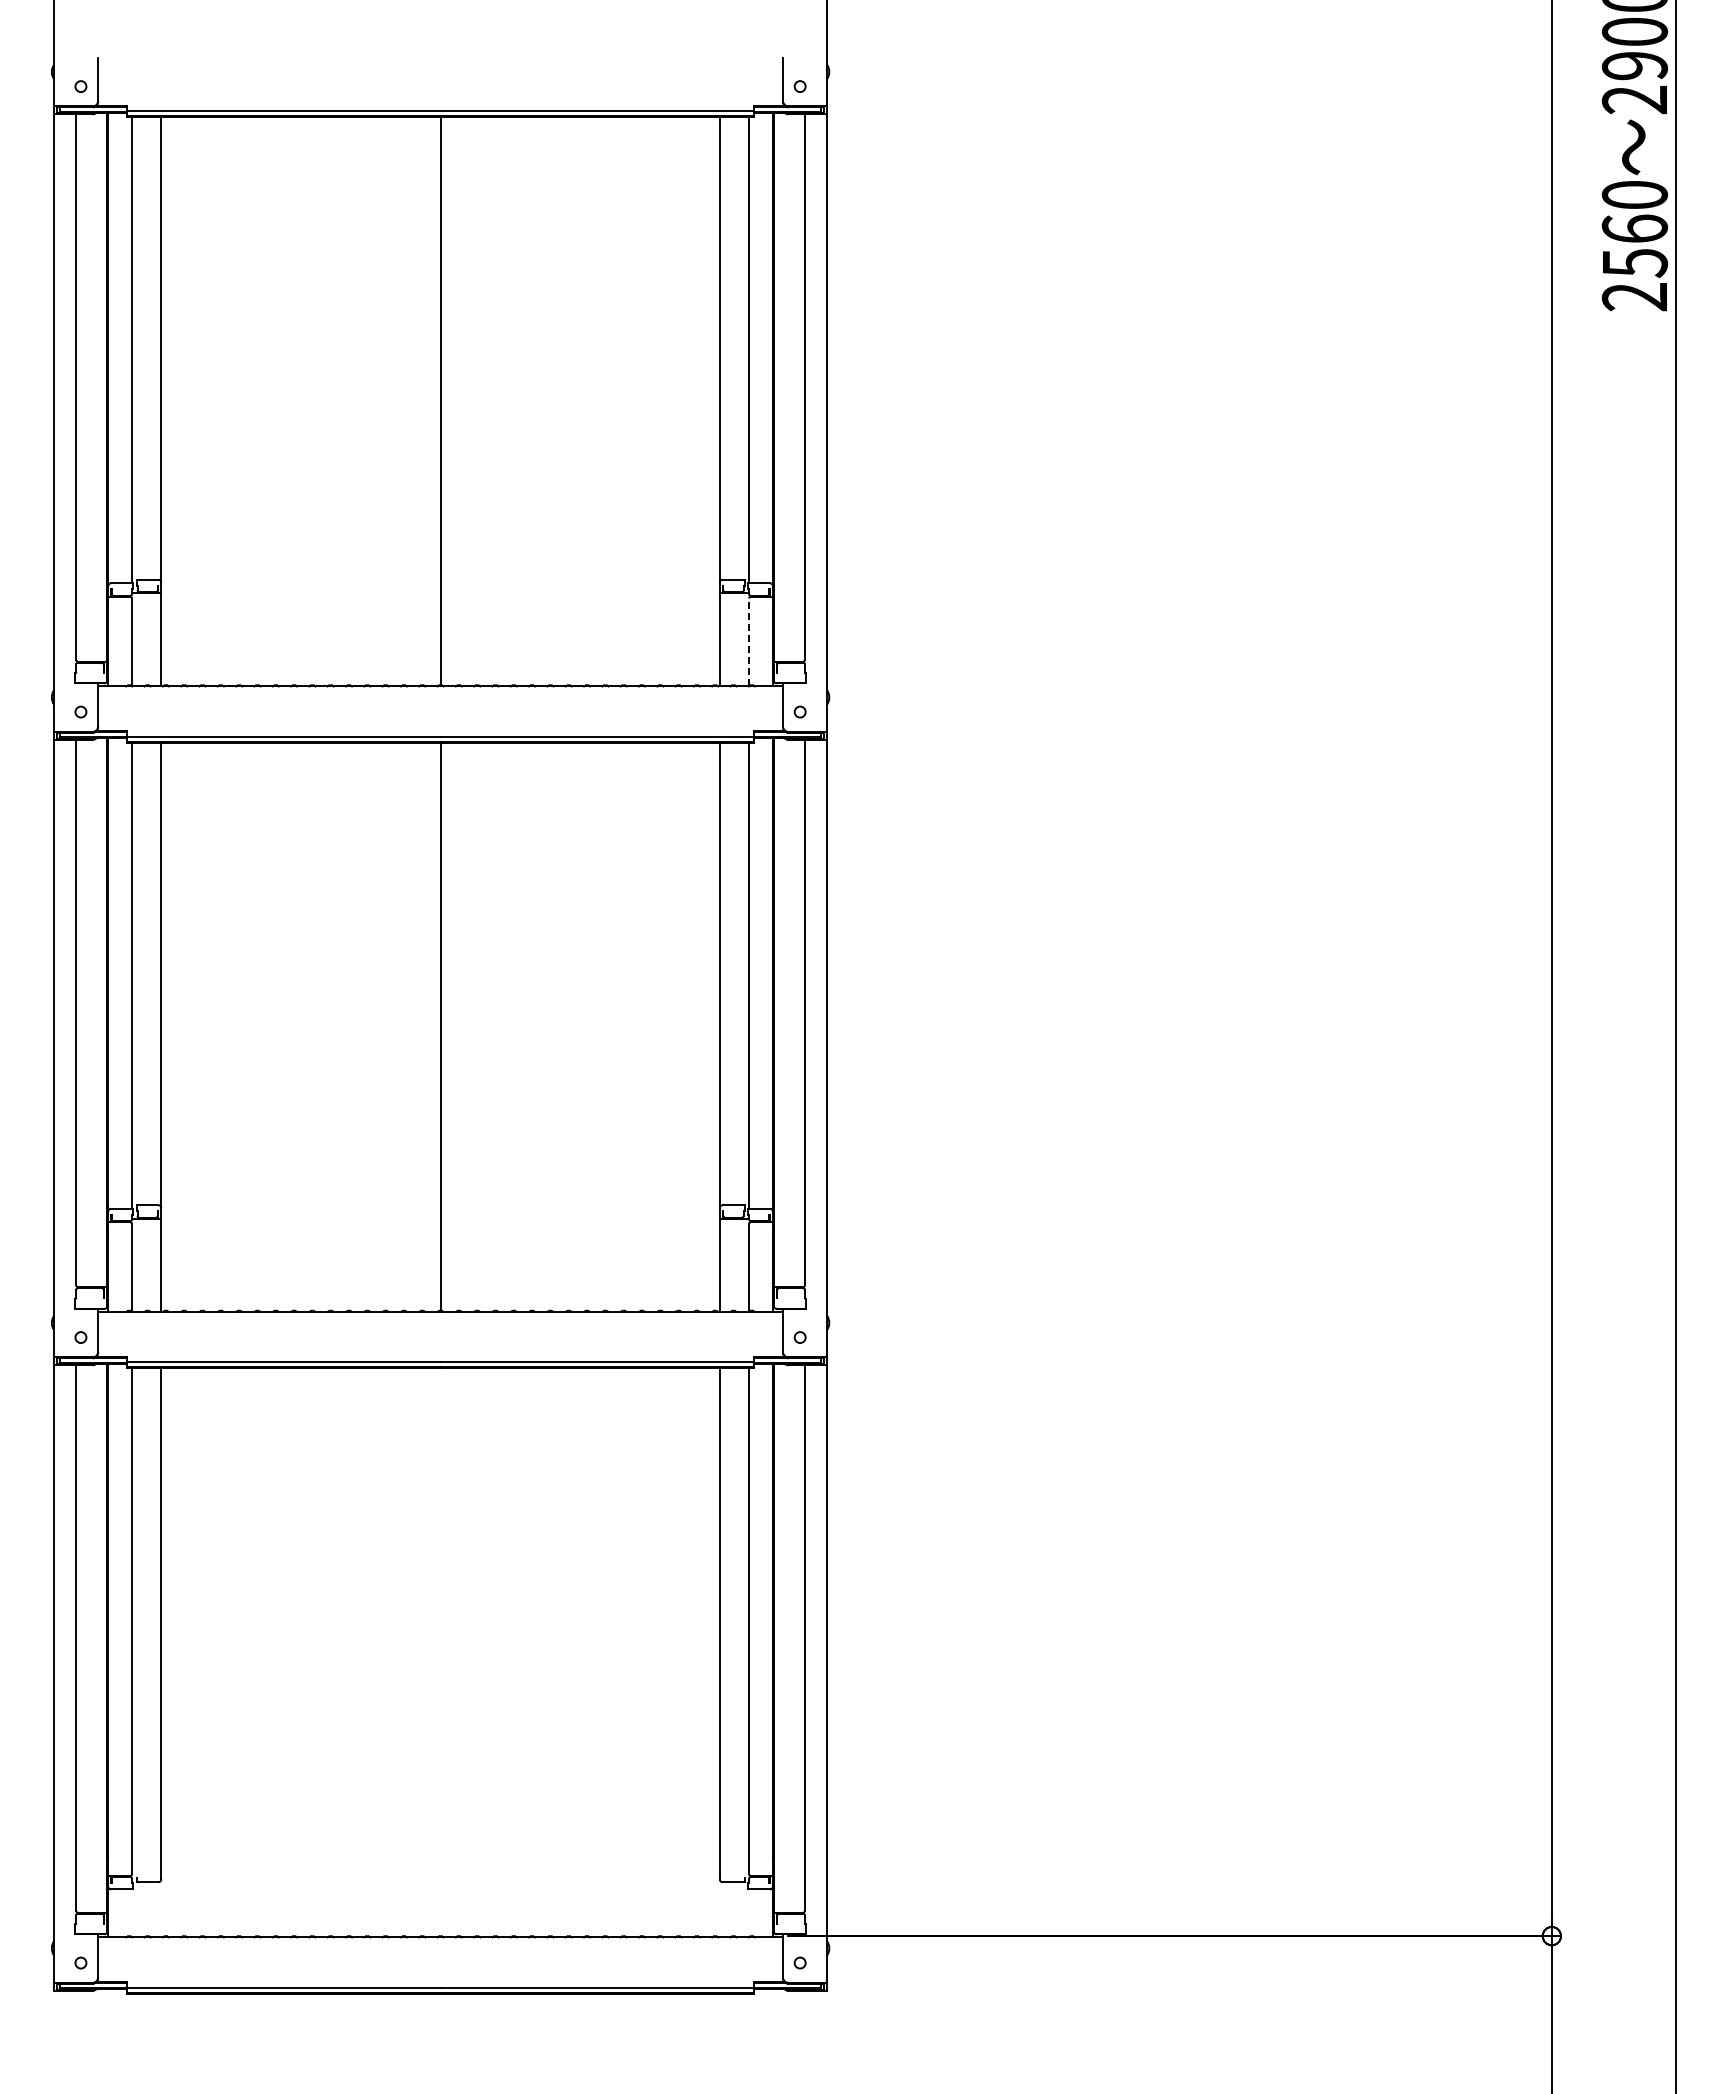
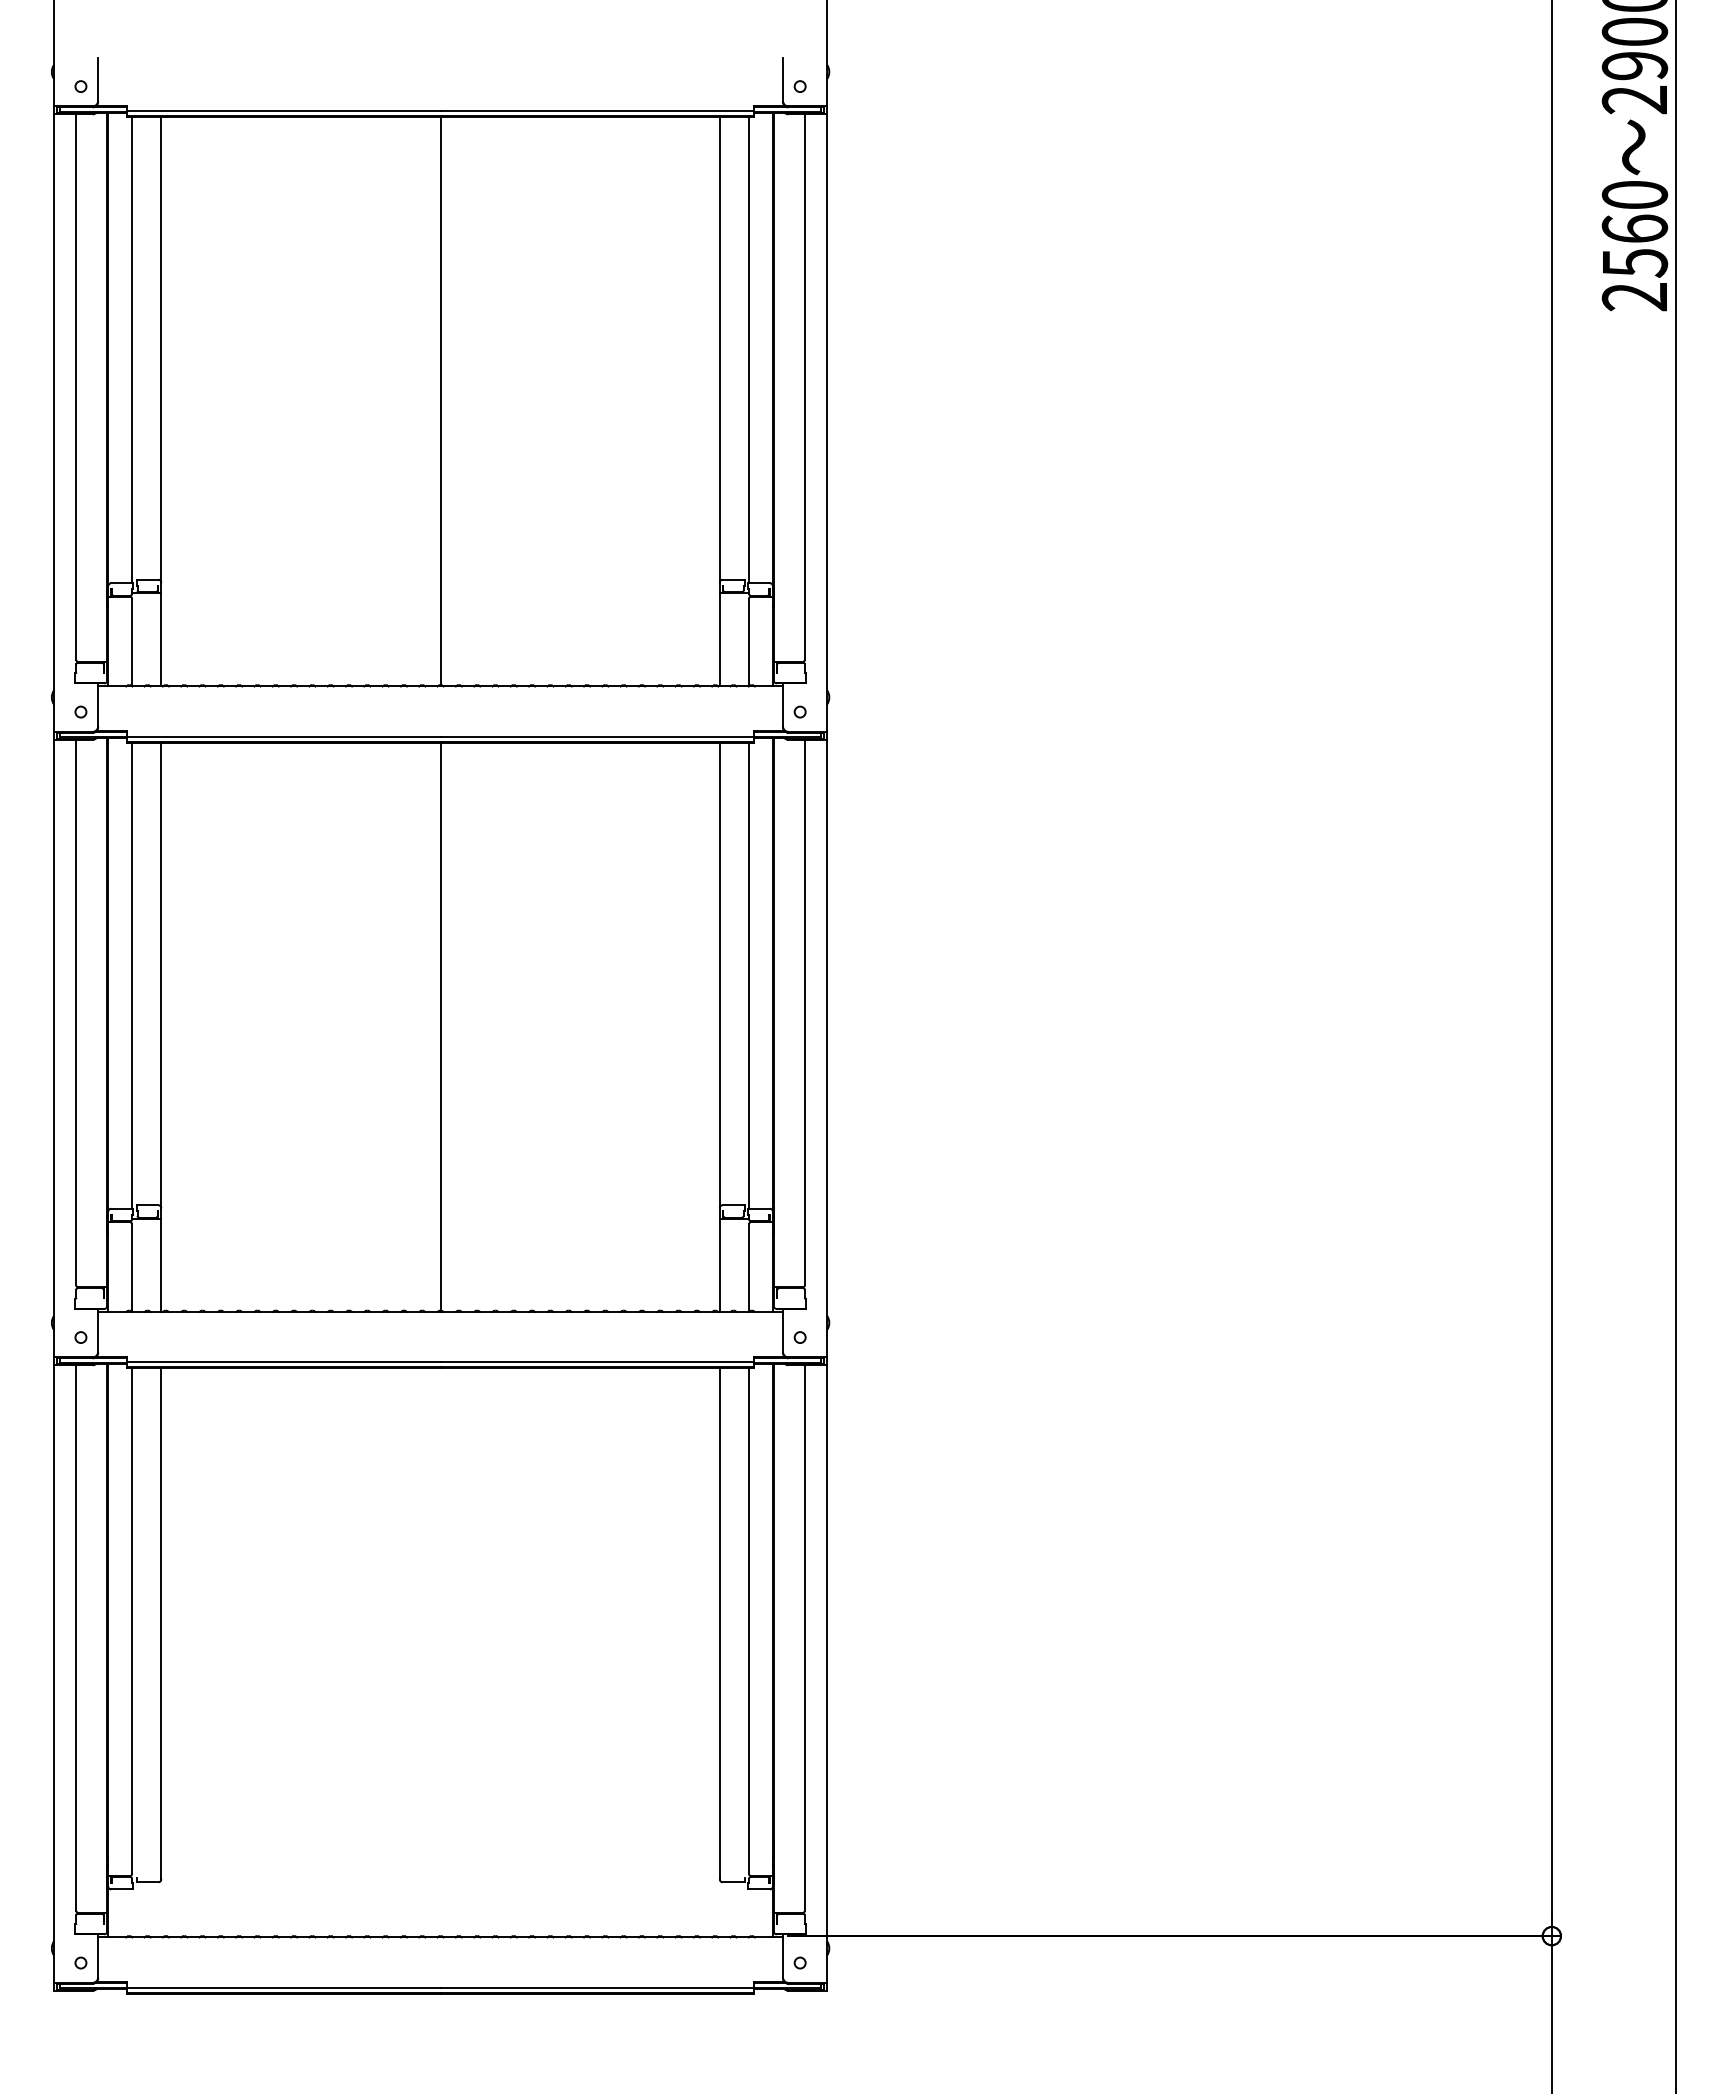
line at (749, 642): dashed -> solid
